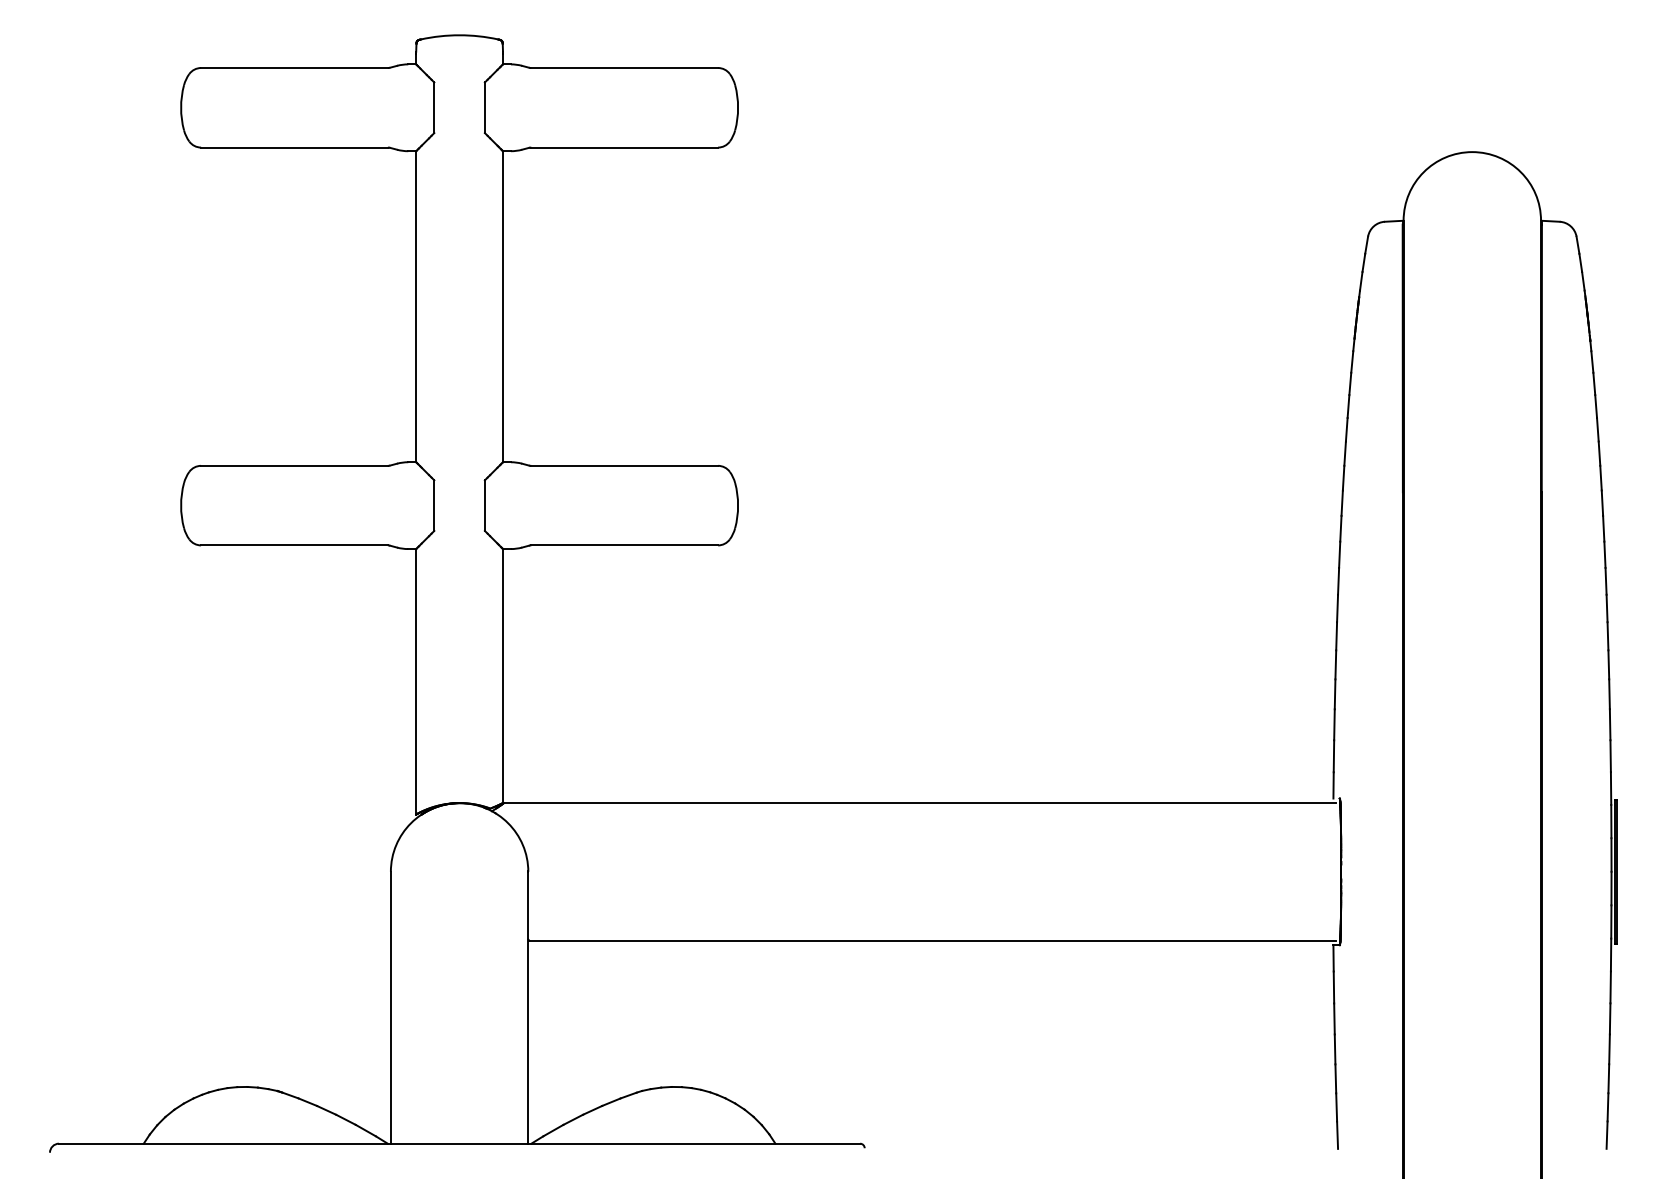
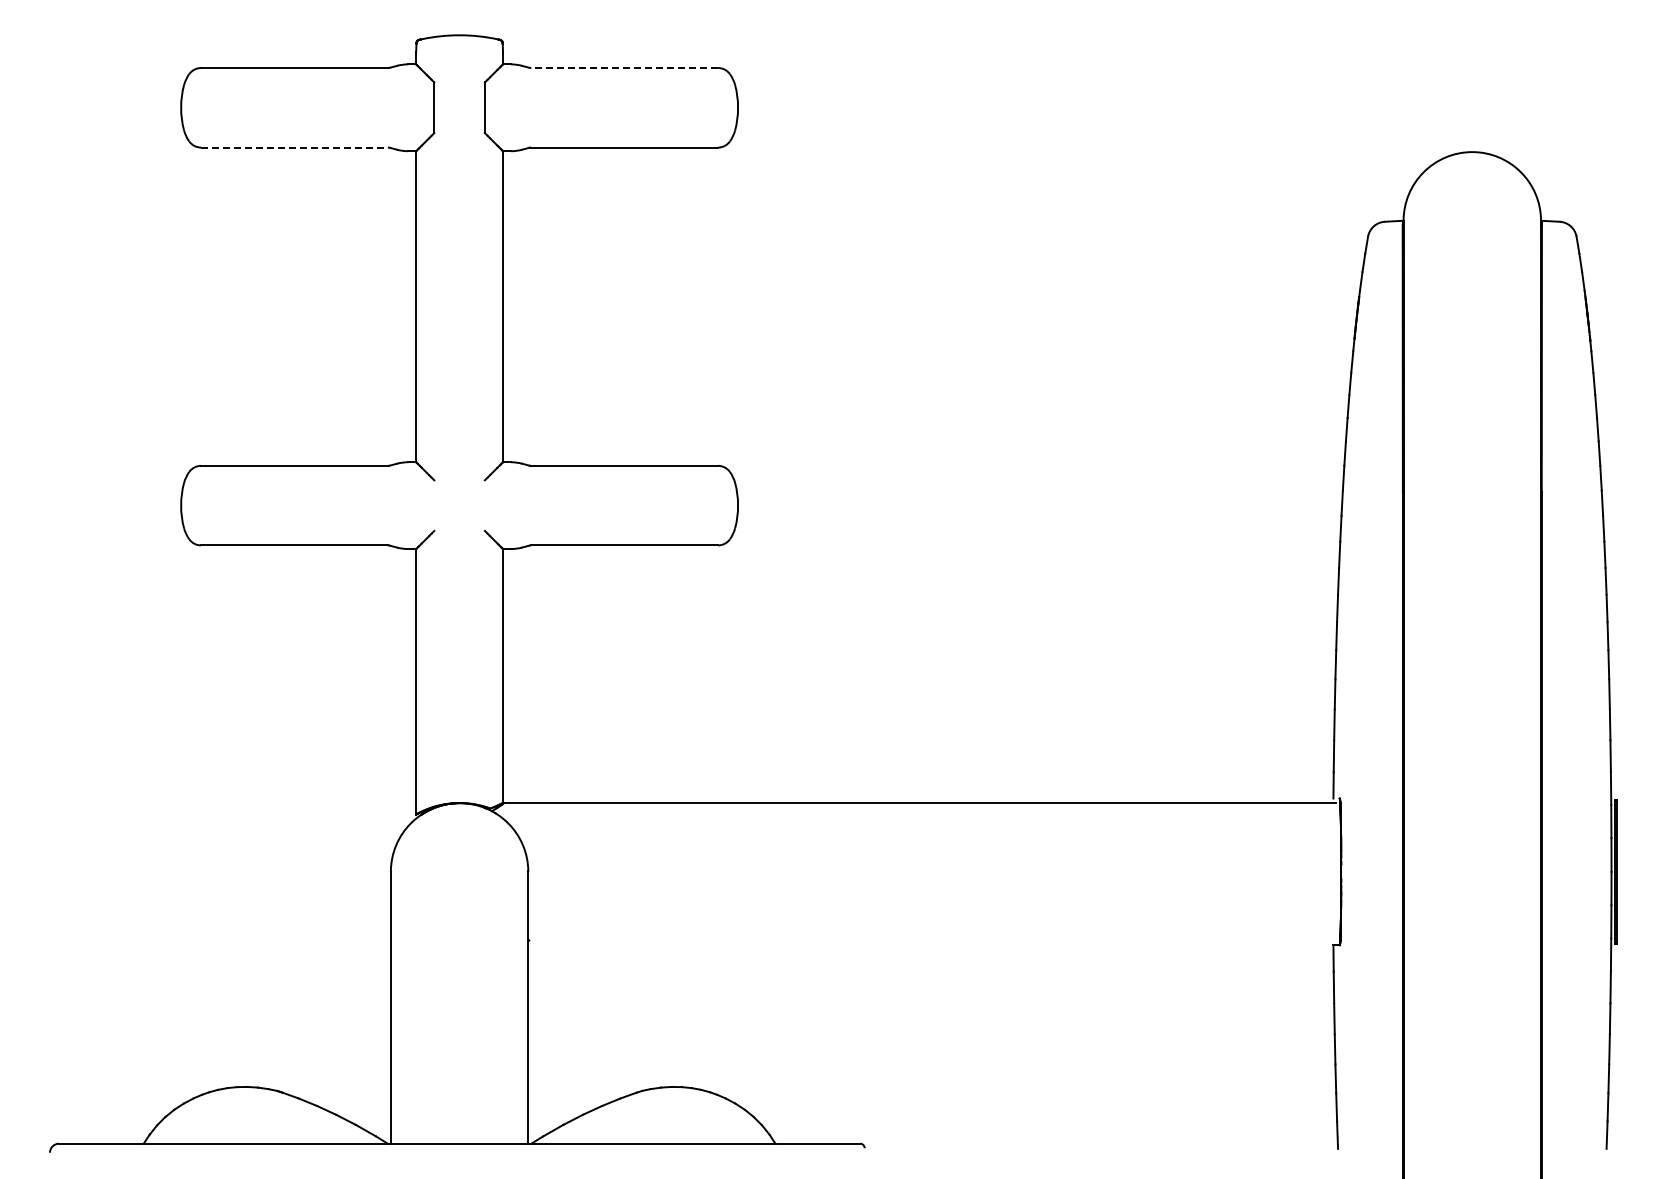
line at (624, 68): solid -> dashed
line at (295, 147): solid -> dashed
line at (434, 505): present -> none
line at (484, 505): present -> none
line at (932, 940): present -> none
